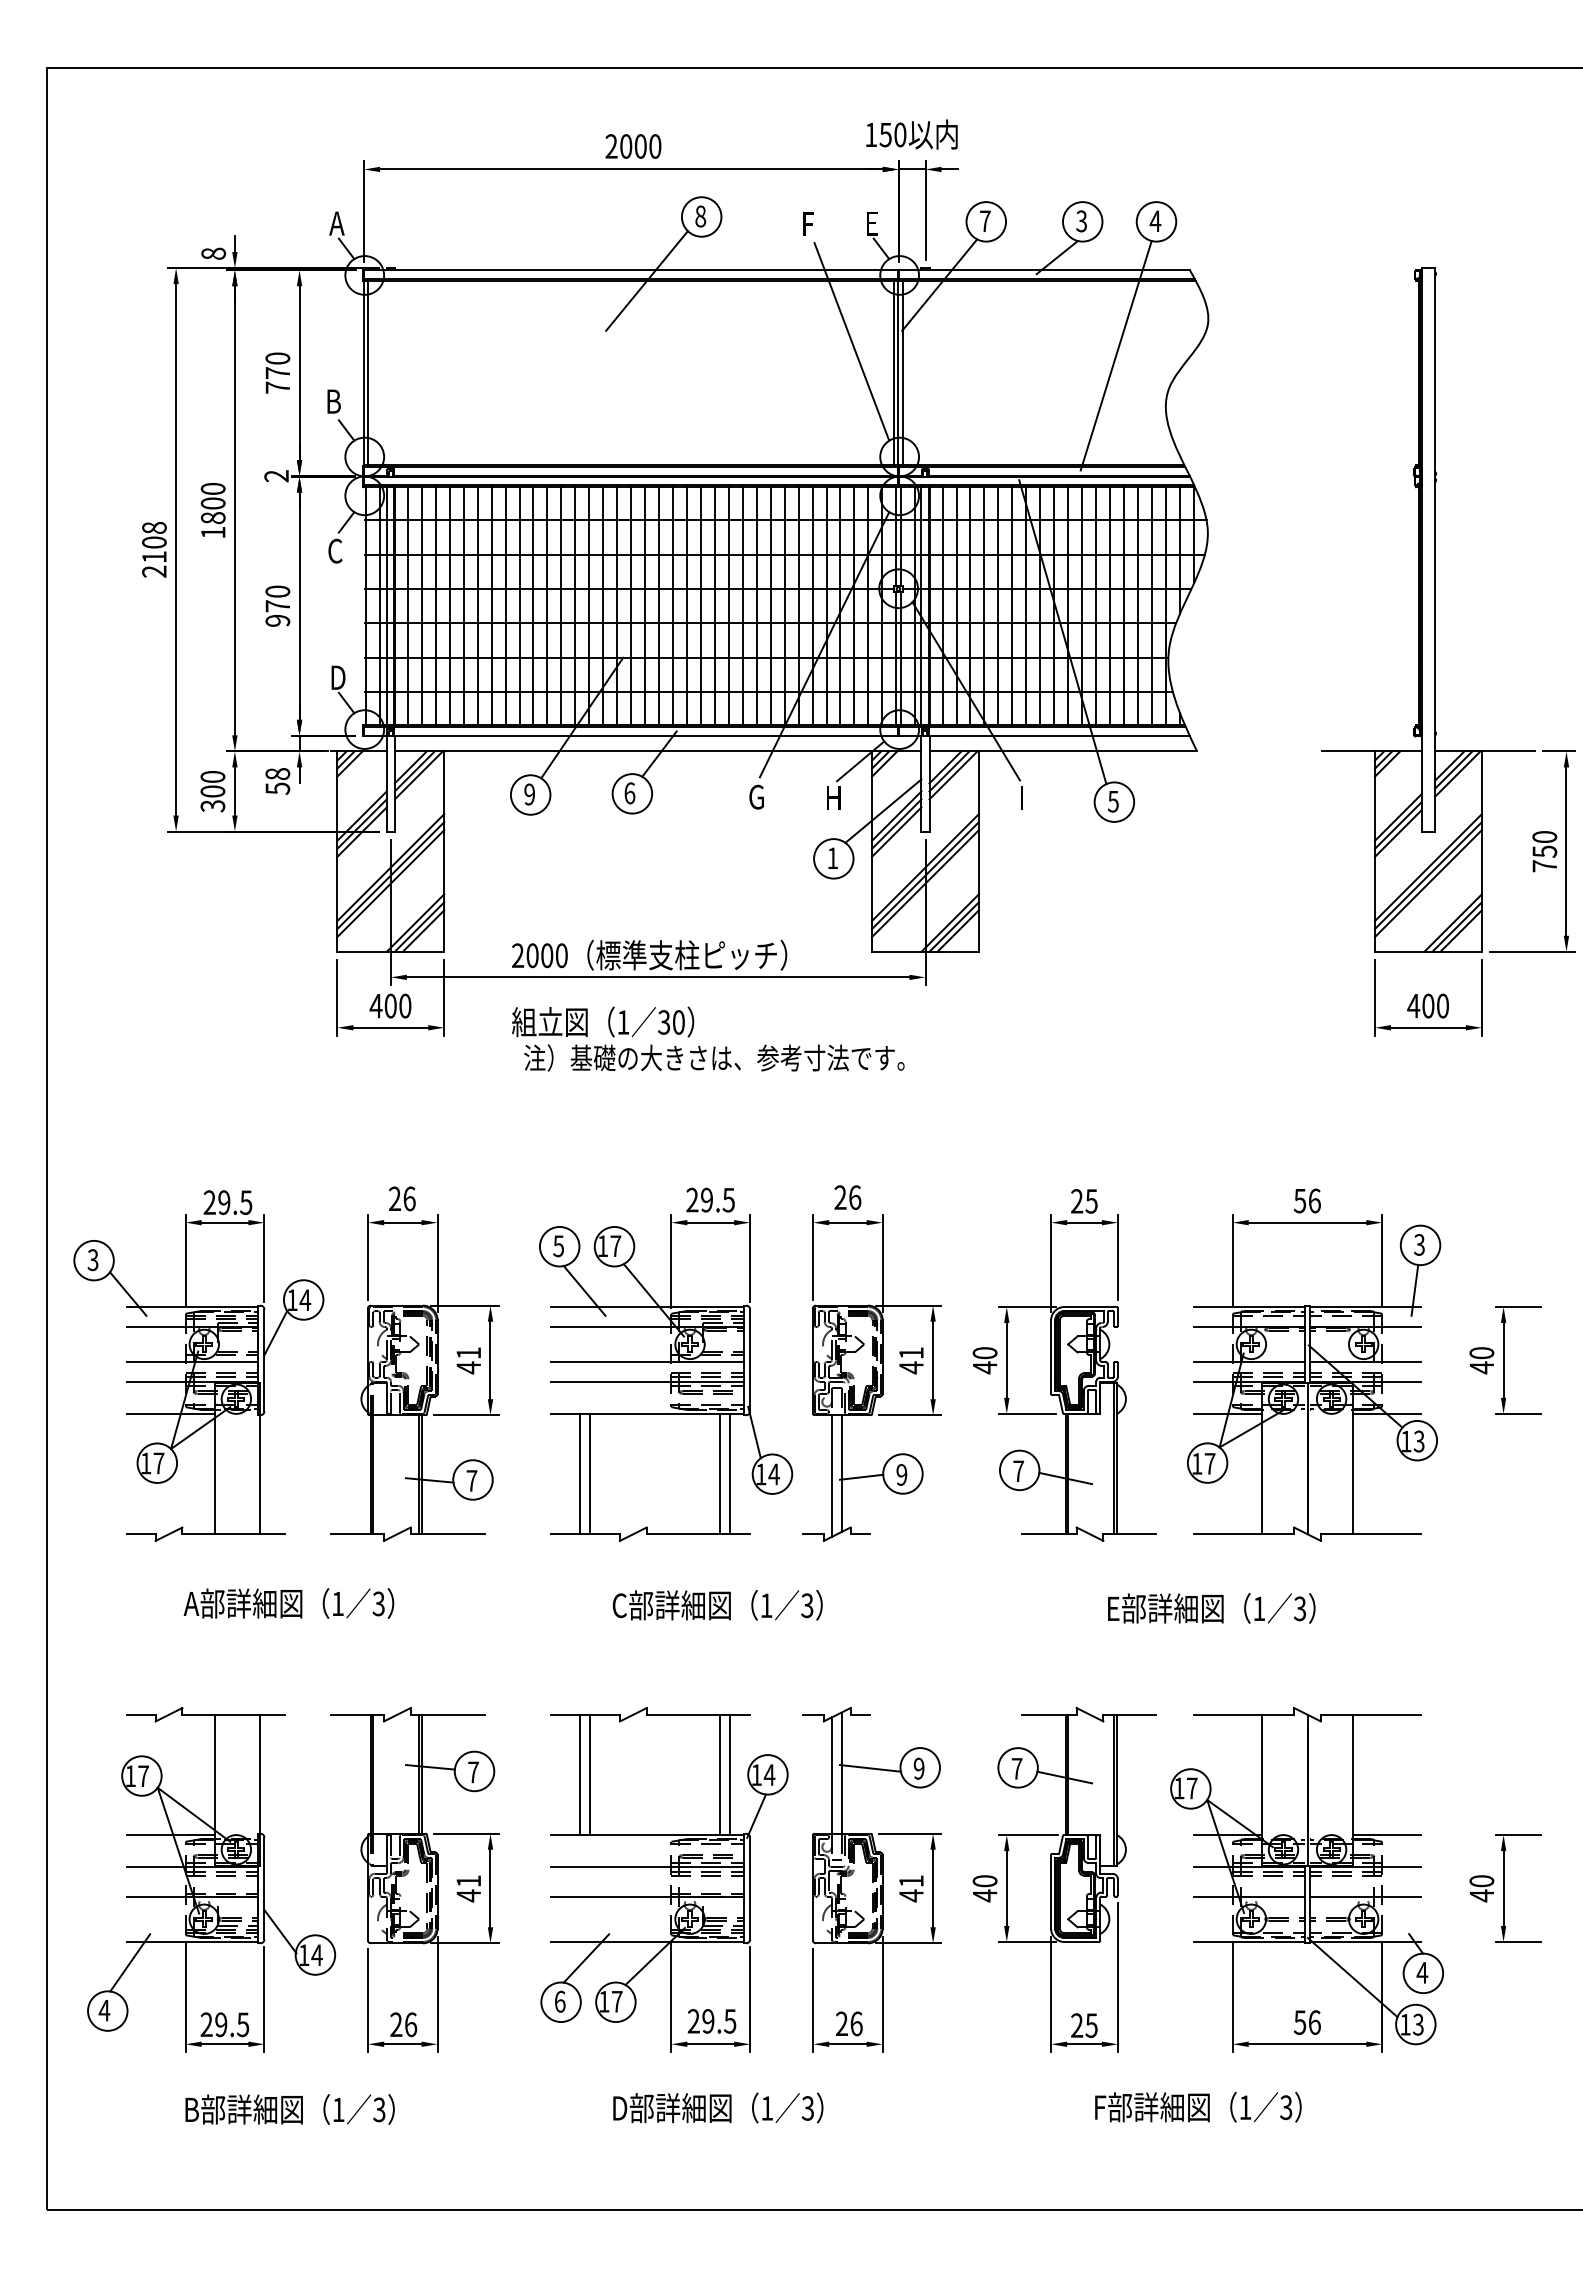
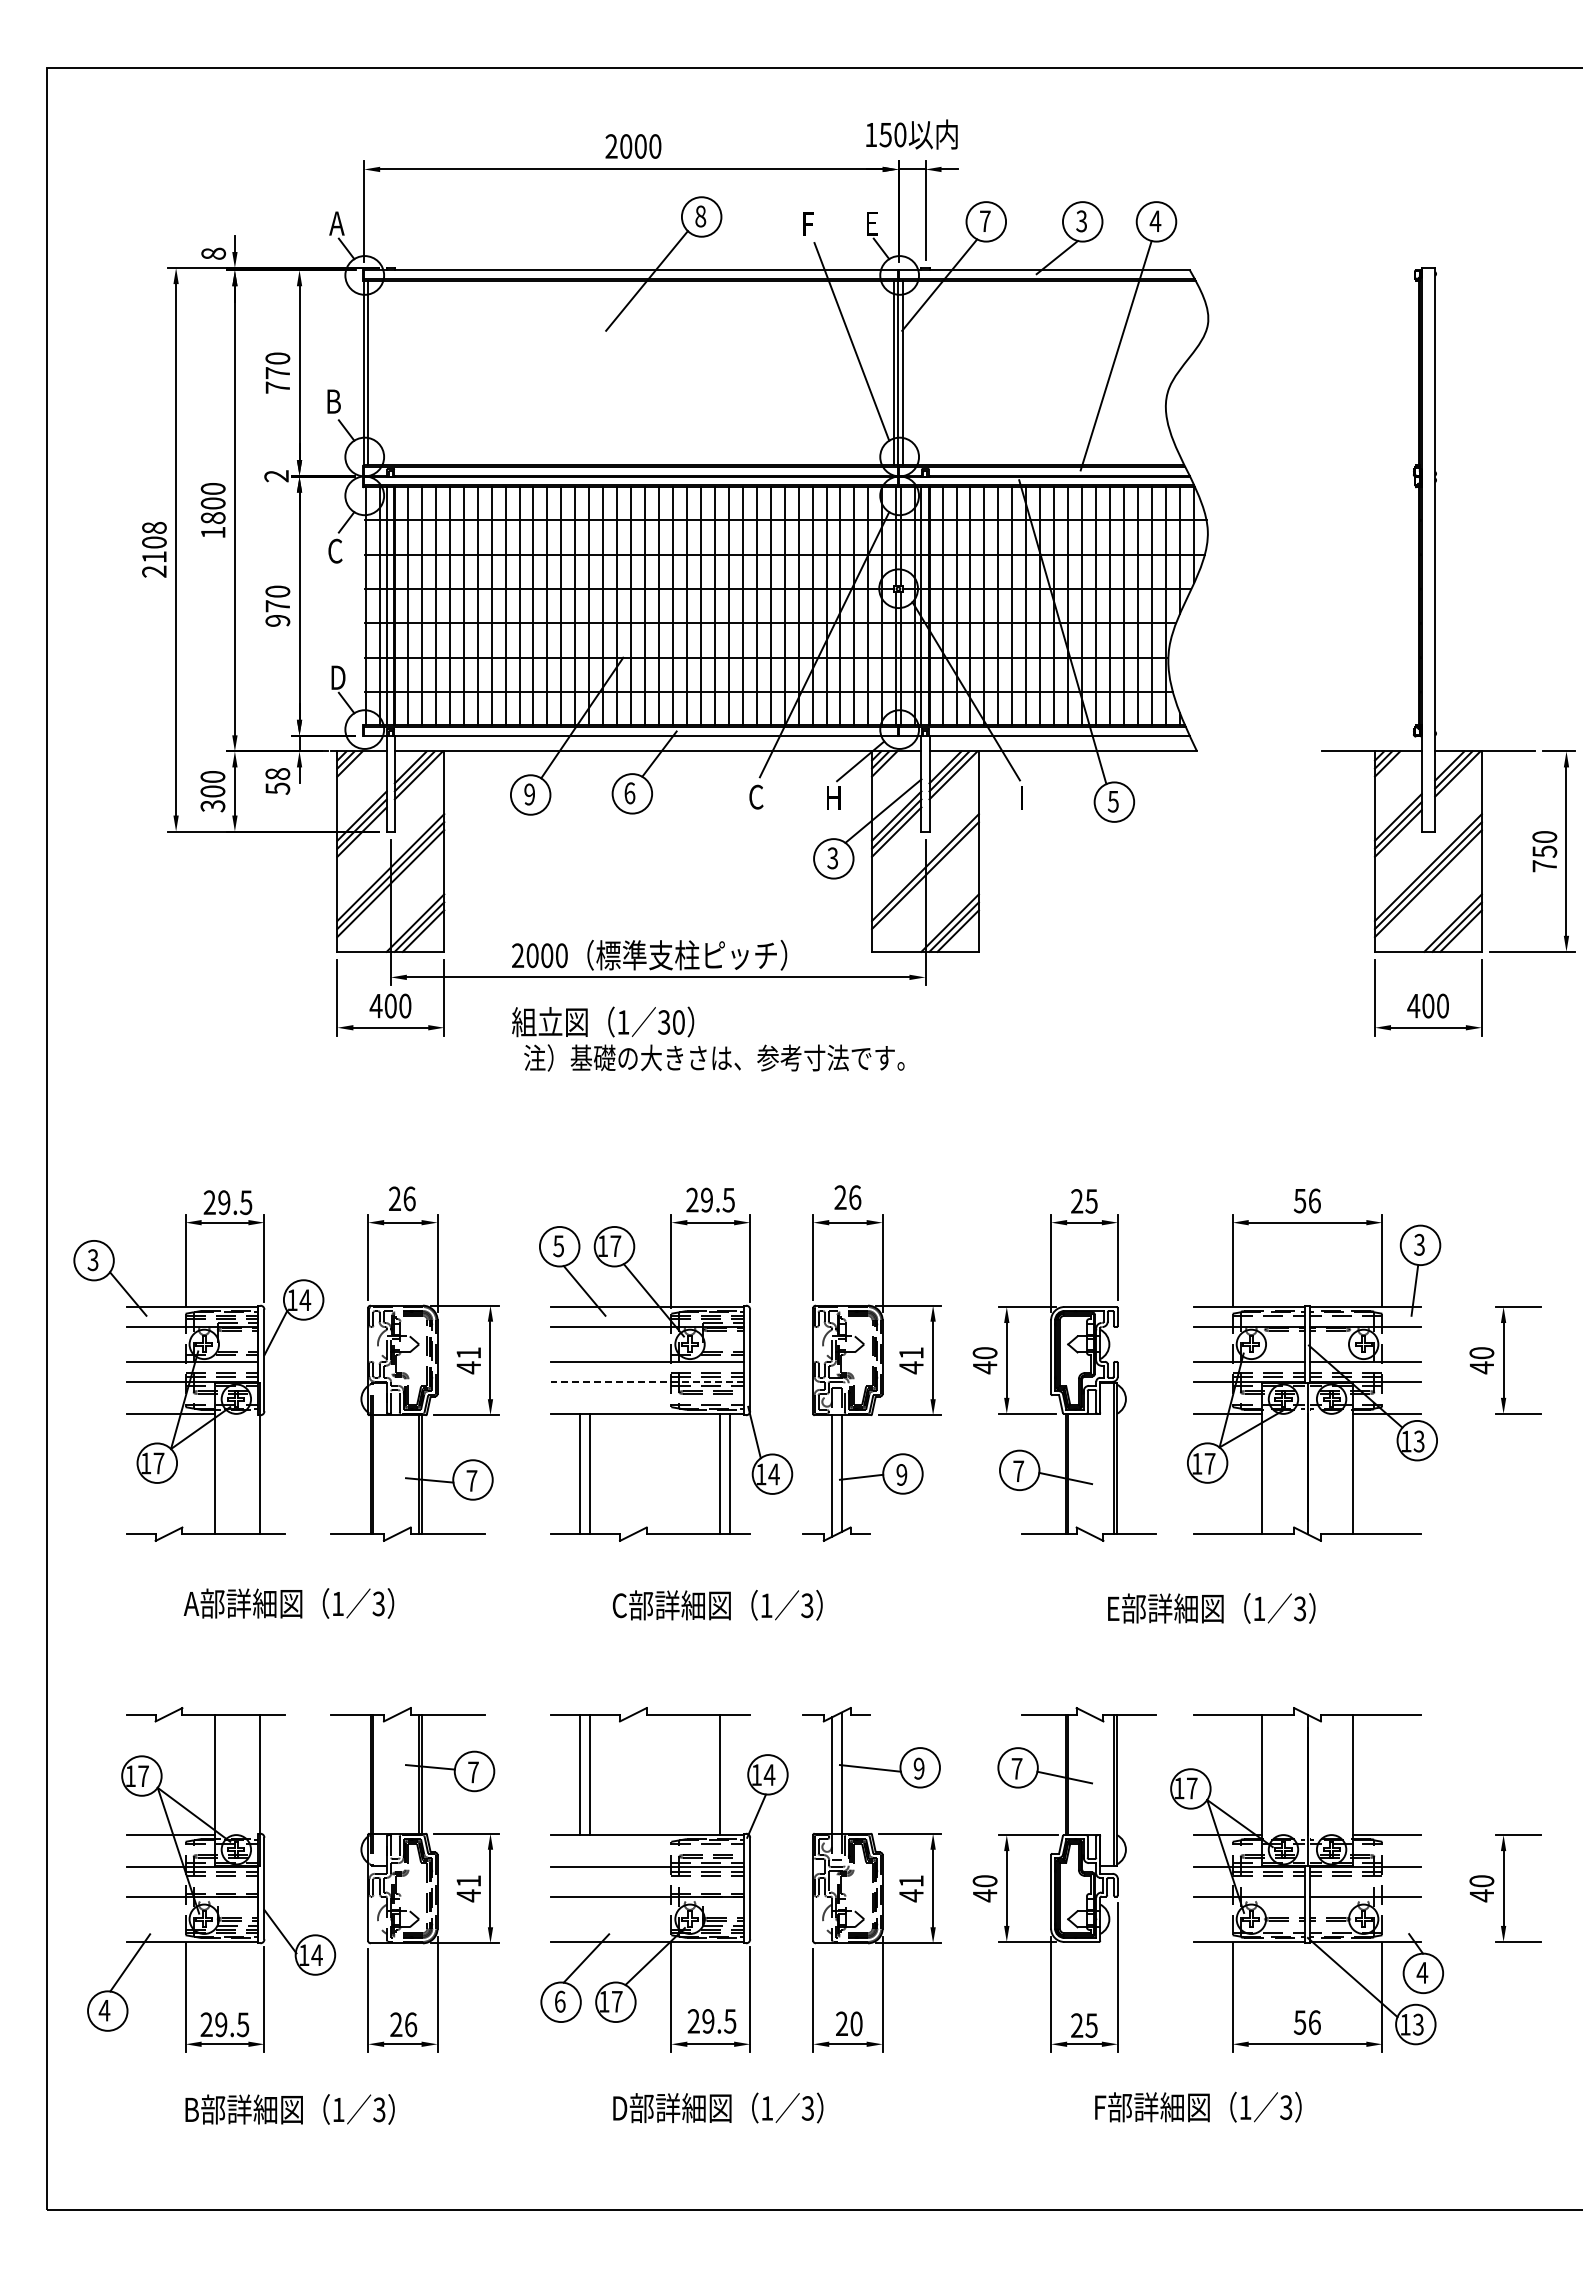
text at (758, 797): G -> C
text at (832, 858): 1 -> 3
line at (925, 883): present -> none
line at (646, 1381): solid -> dashed
line at (729, 1774): present -> none
text at (856, 2023): 26 -> 20
